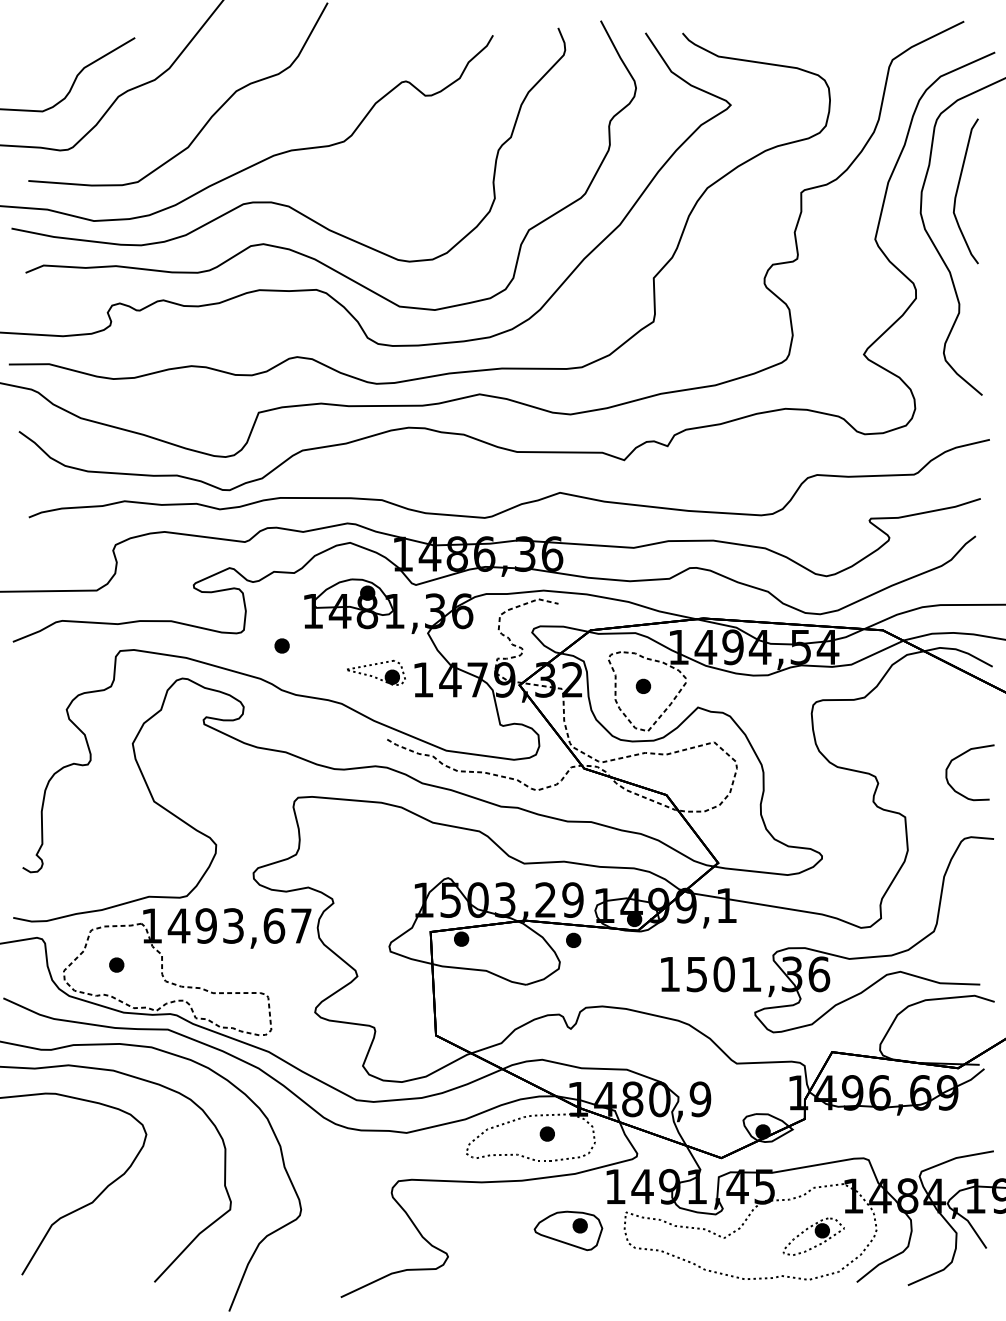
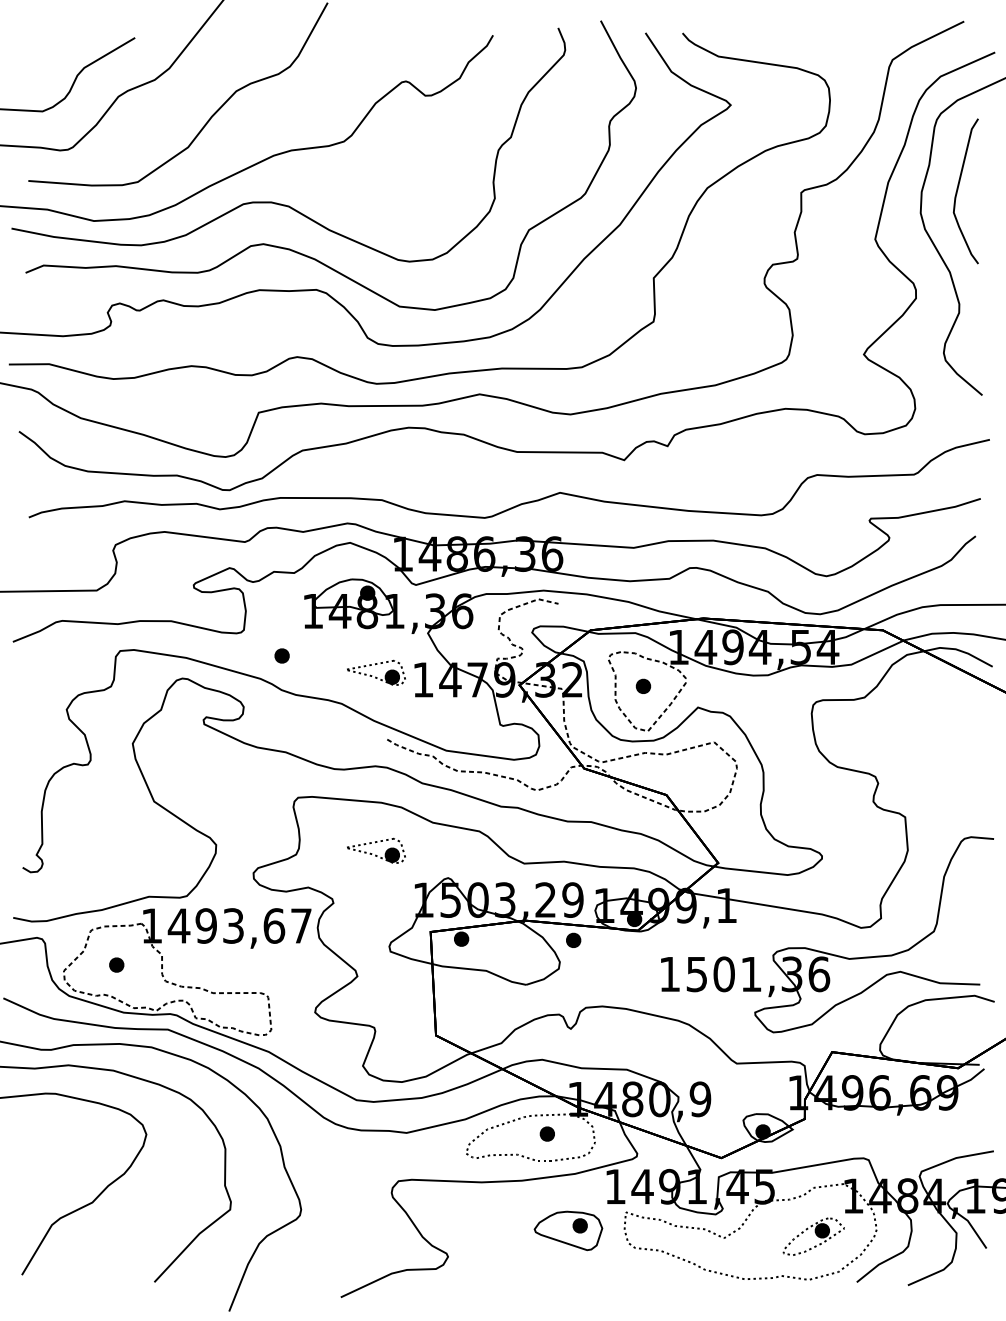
part at (281, 645) position: (281, 645) -> (281, 655)
curve at (960, 756): present -> none
part at (376, 850): none -> present
